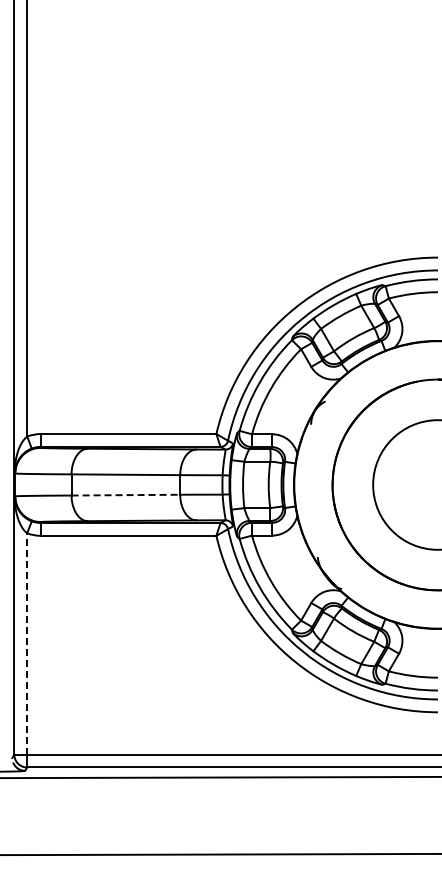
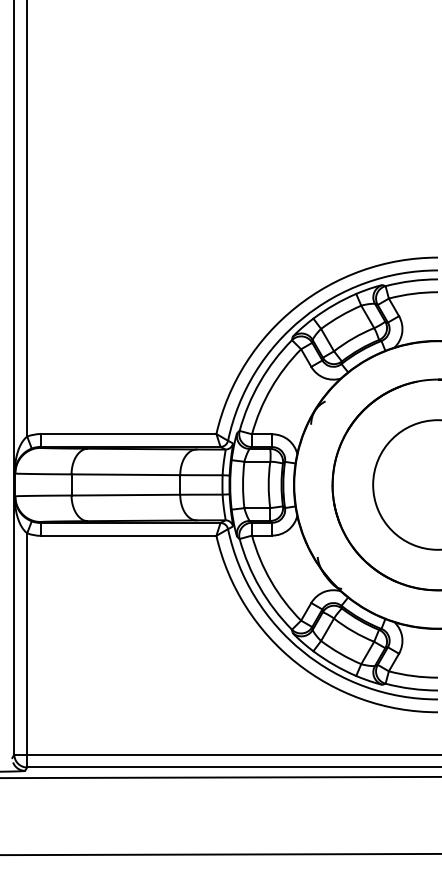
line at (126, 495): dashed -> solid
line at (27, 643): dashed -> solid
